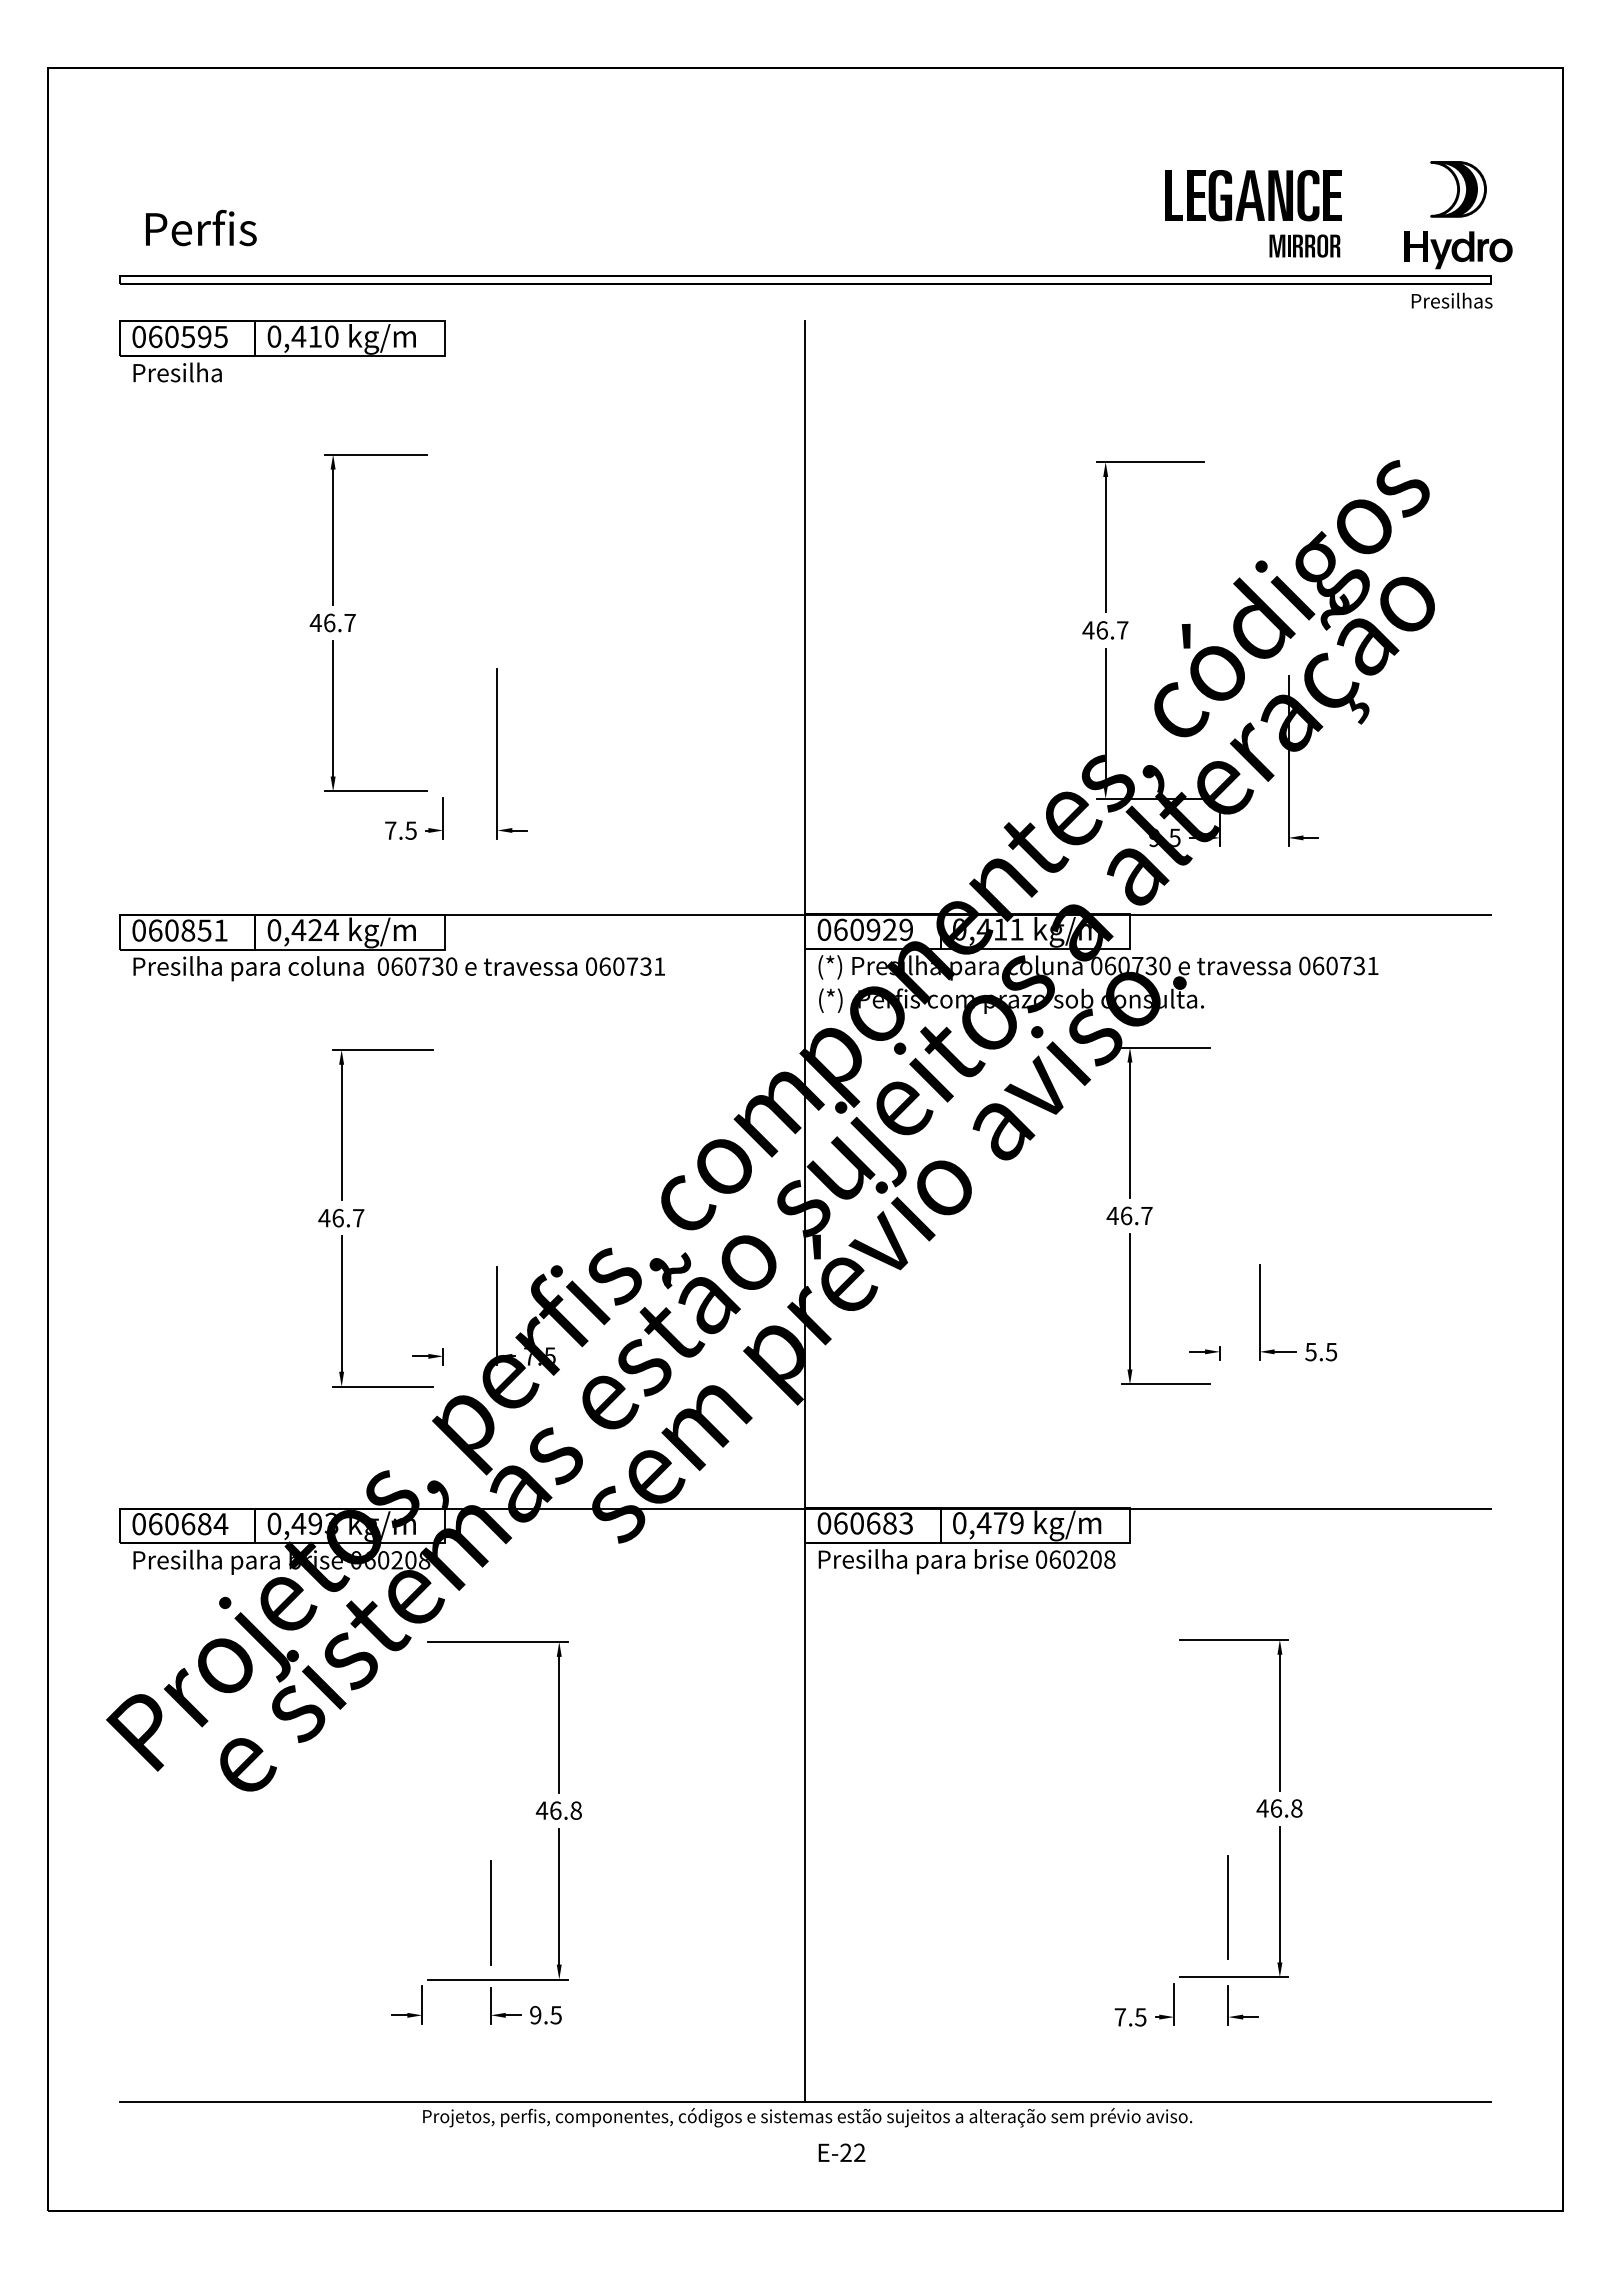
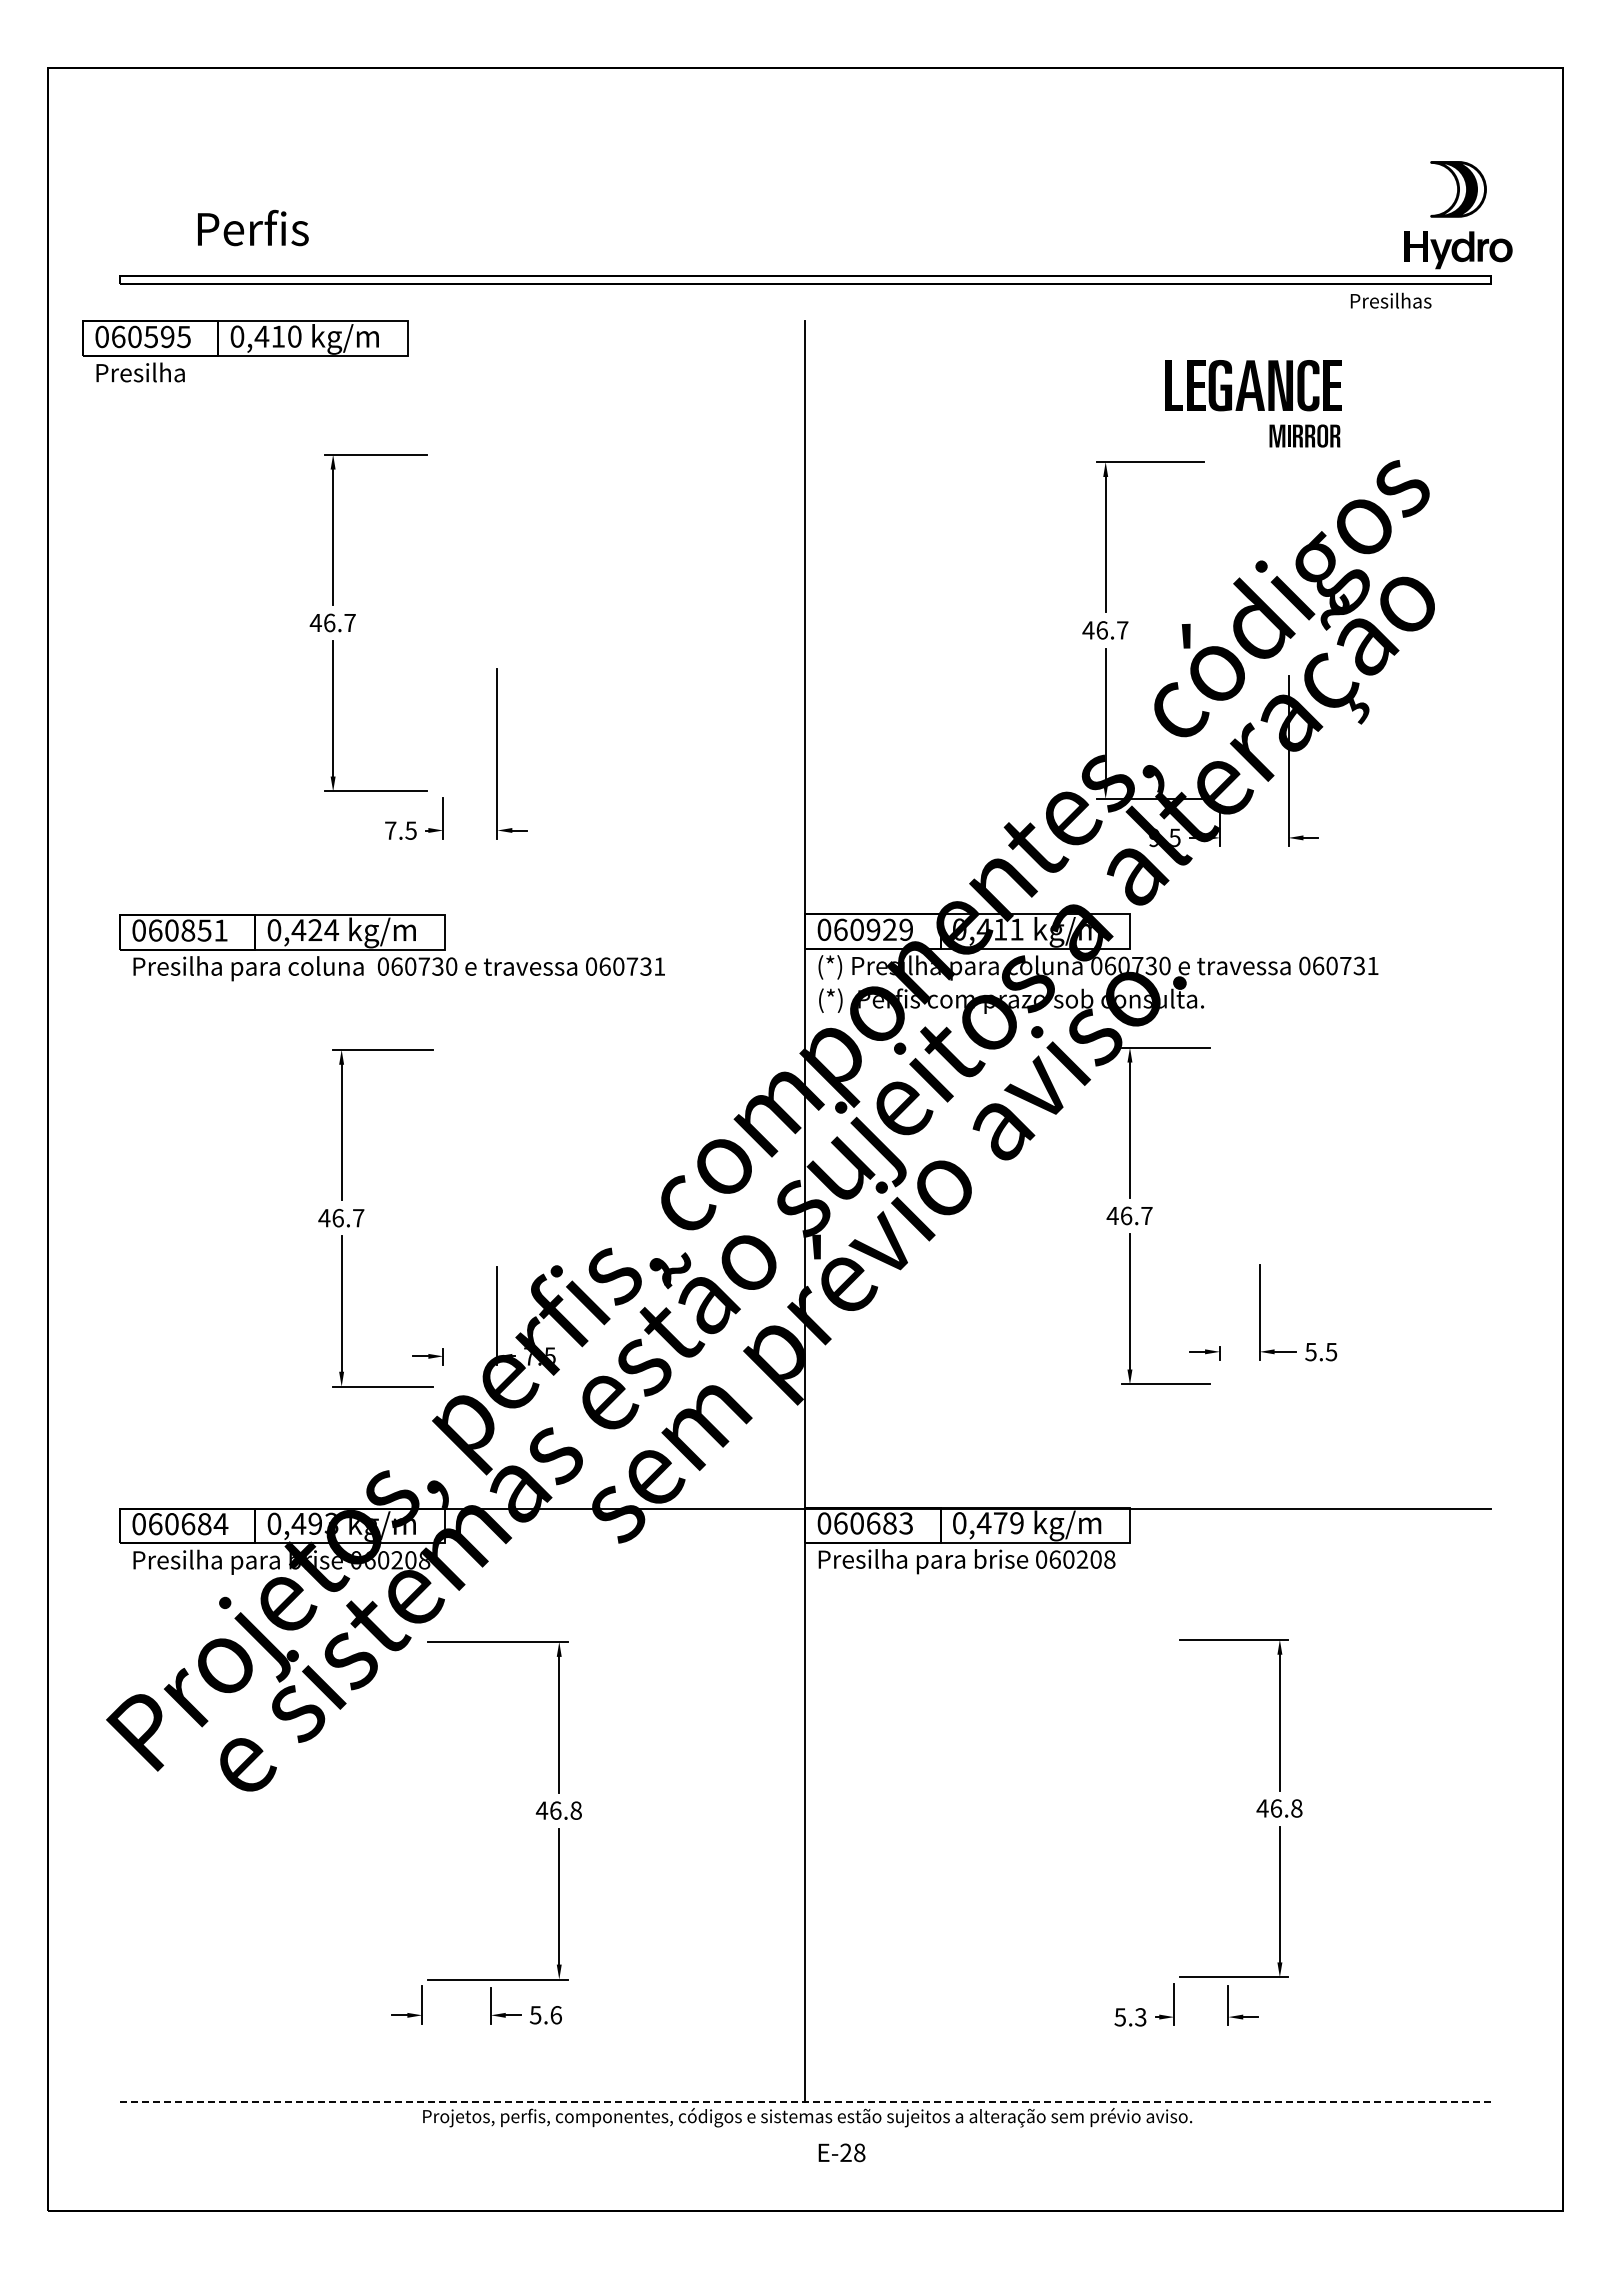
part at (1253, 213) position: (1253, 213) -> (1253, 403)
text at (201, 227) position: (201, 227) -> (253, 227)
text at (1451, 300) position: (1451, 300) -> (1390, 300)
part at (282, 351) position: (282, 351) -> (245, 351)
line at (805, 915): present -> none
line at (1228, 1907): present -> none
line at (490, 1912): present -> none
text at (545, 2015): 9.5 -> 5.6
text at (1130, 2017): 7.5 -> 5.3
line at (805, 2102): solid -> dashed
text at (859, 2152): E-22 -> E-28
